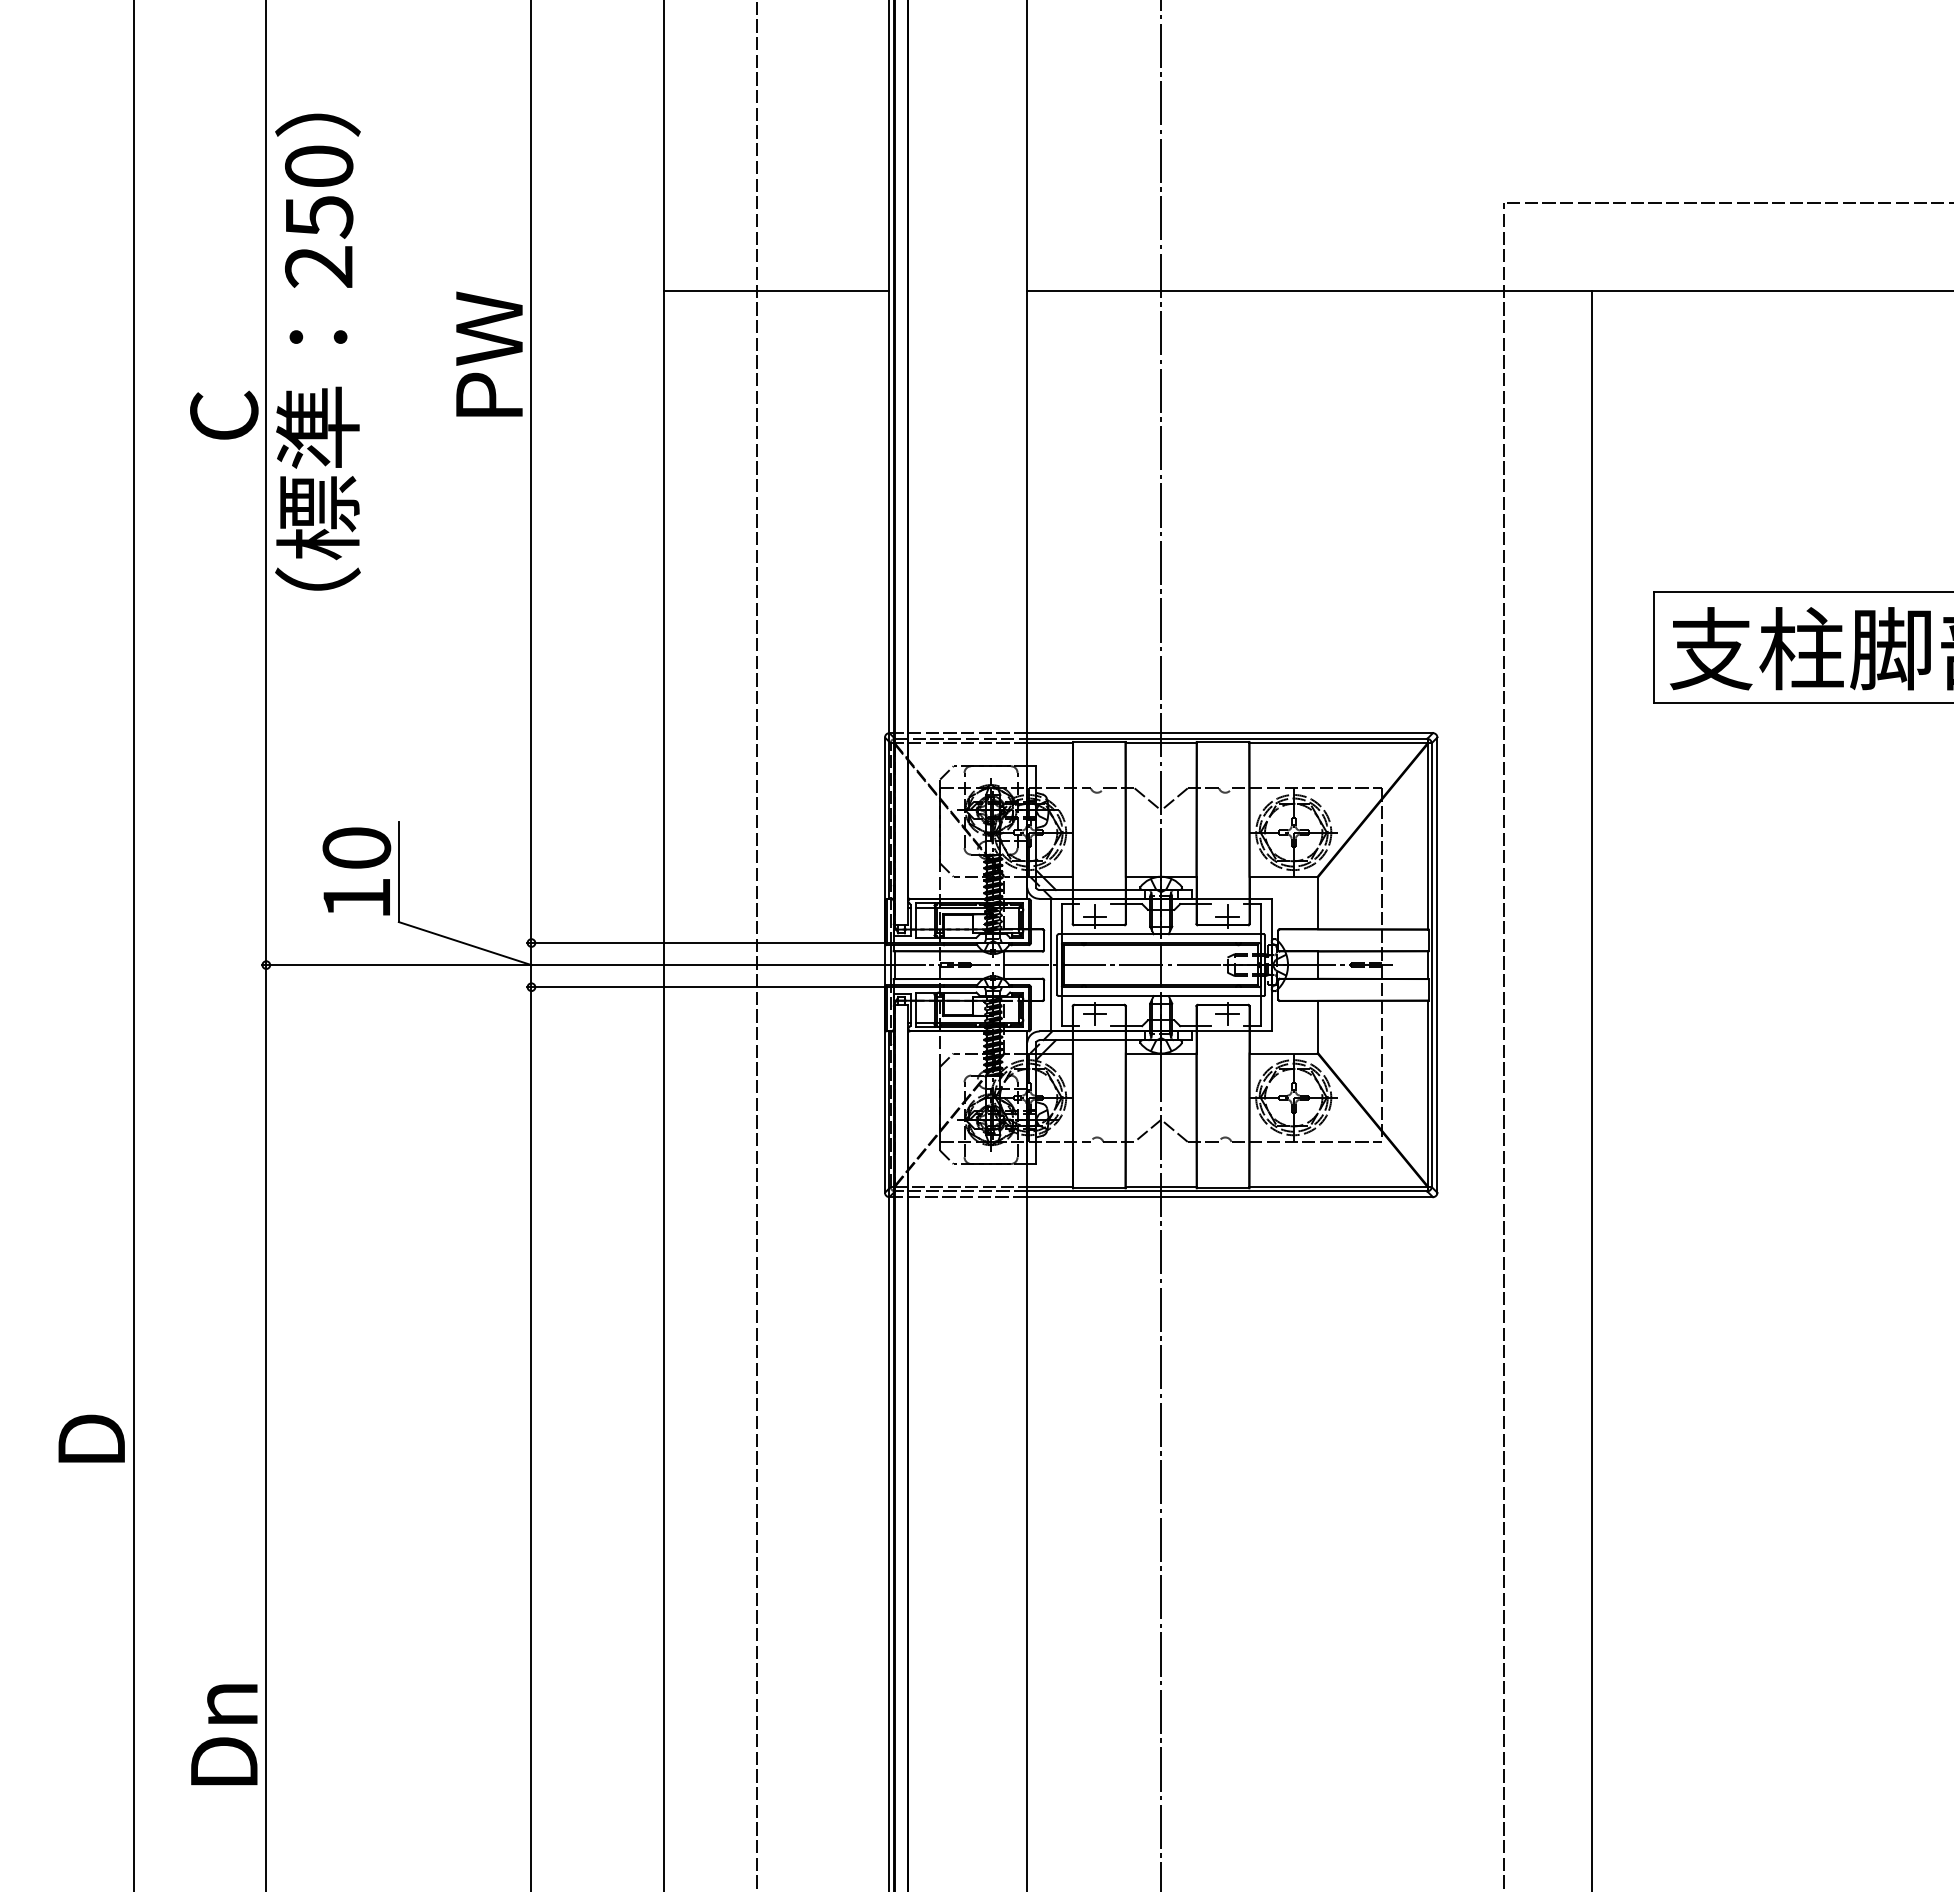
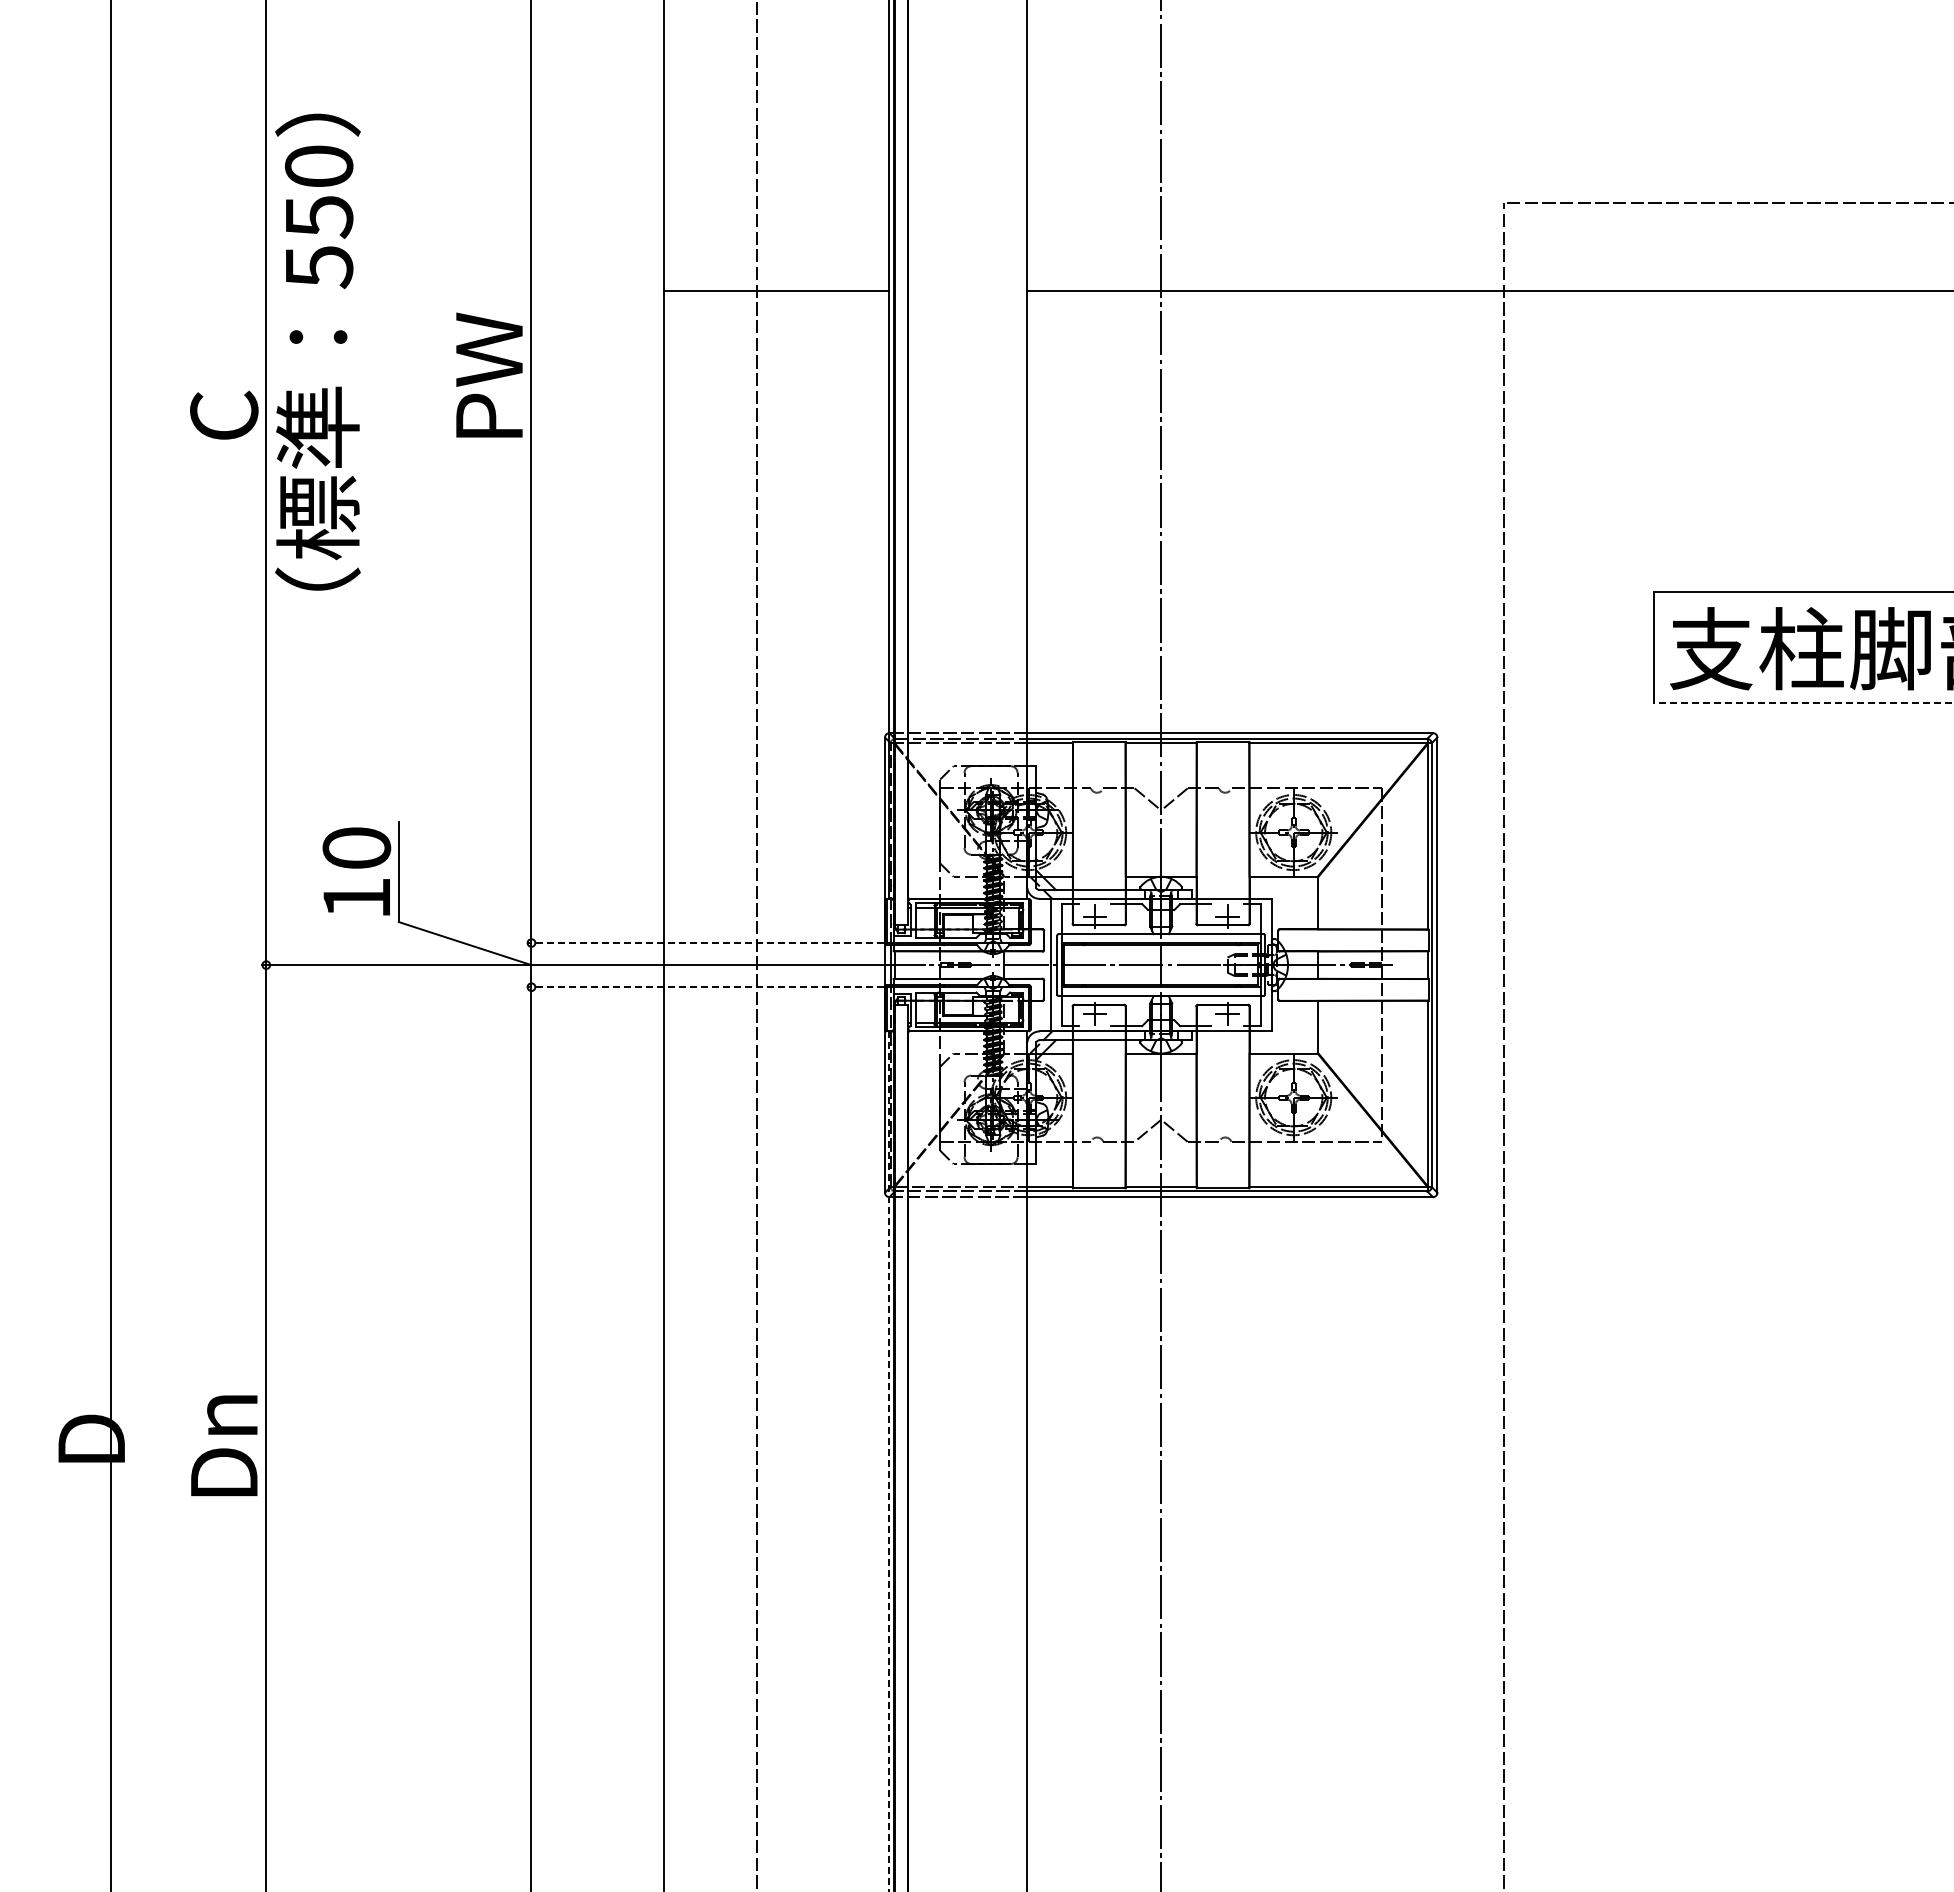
text at (319, 267): 250 -> 550
text at (489, 353) position: (489, 353) -> (489, 374)
line at (1804, 702): solid -> dashed
line at (705, 943): solid -> dashed
line at (133, 945) position: (133, 945) -> (110, 945)
line at (705, 987): solid -> dashed
line at (1592, 1089): present -> none
line at (888, 1461): solid -> dashed
text at (224, 1734) position: (224, 1734) -> (224, 1445)
